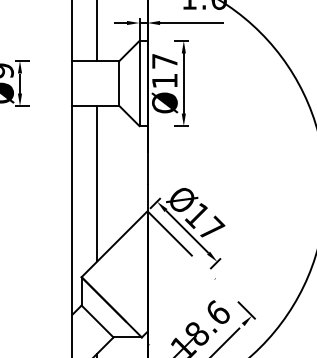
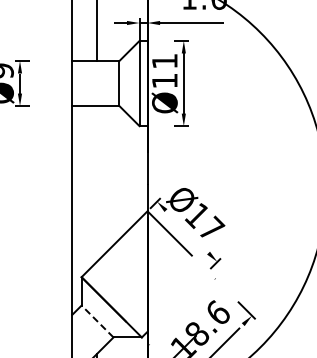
text at (164, 61): Ø17 -> Ø11
line at (97, 183): present -> none
line at (187, 231): present -> none
line at (97, 321): solid -> dashed
